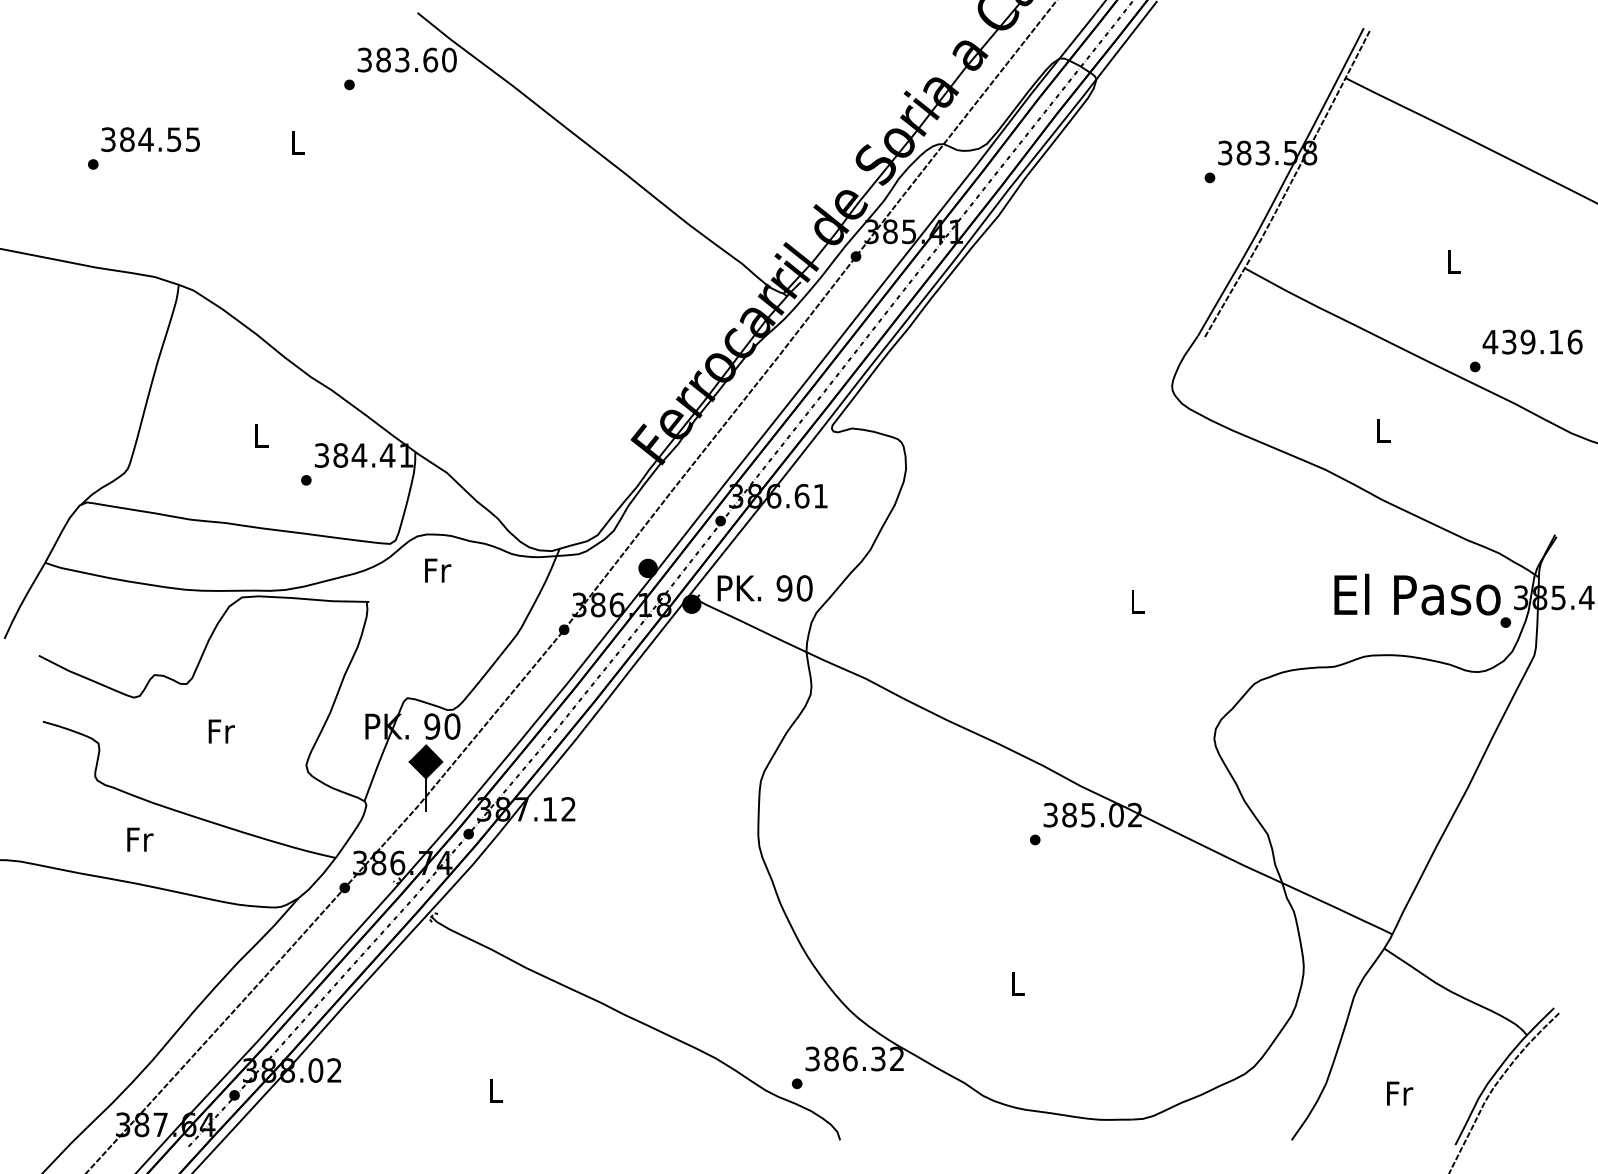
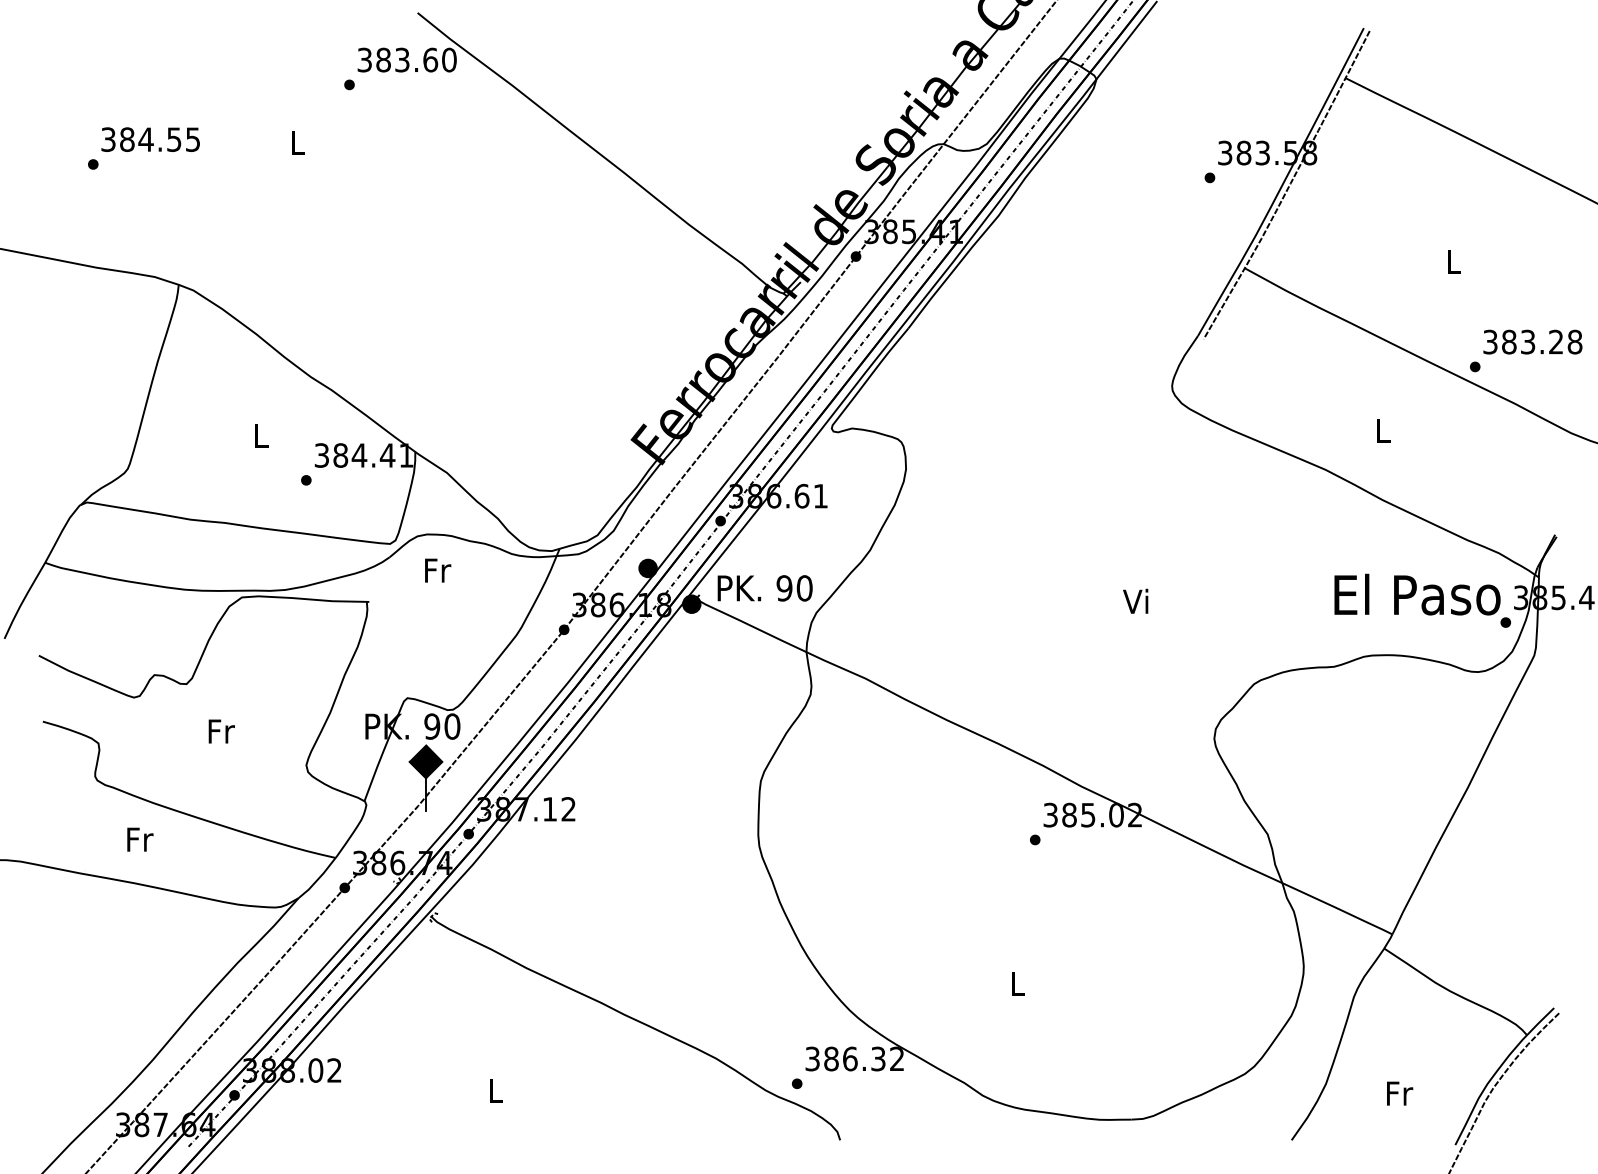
text at (1532, 341): 439.16 -> 383.28
text at (1135, 600): L -> Vi
